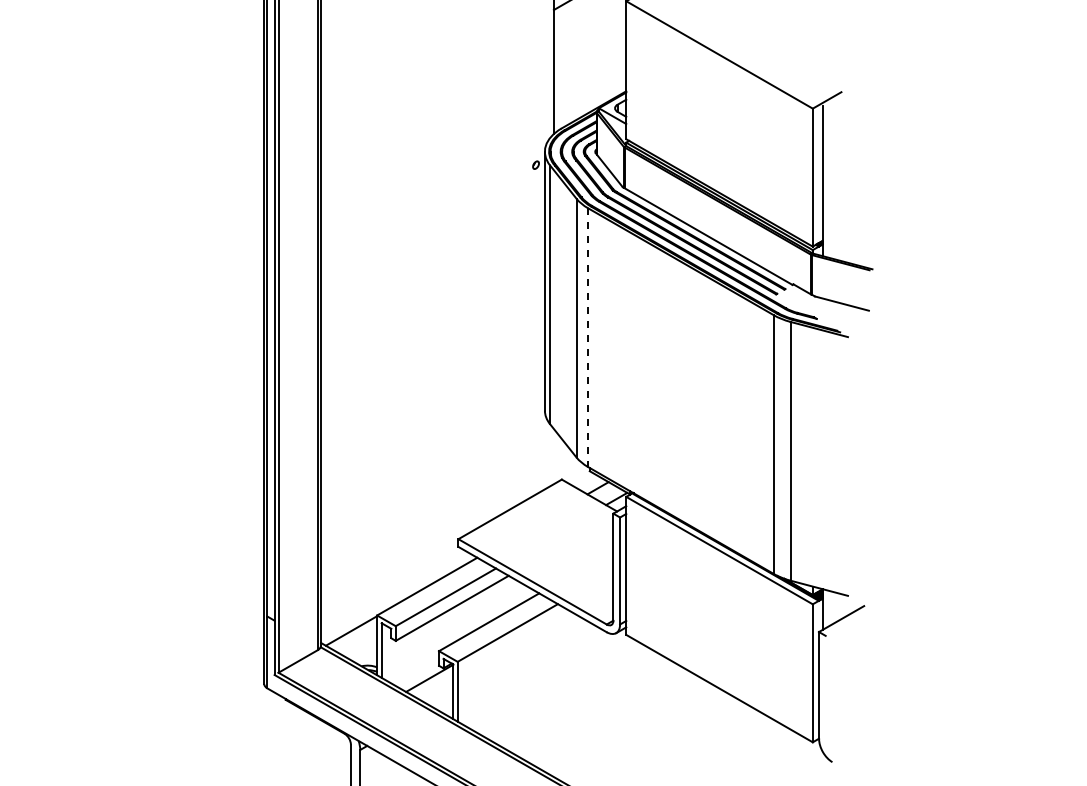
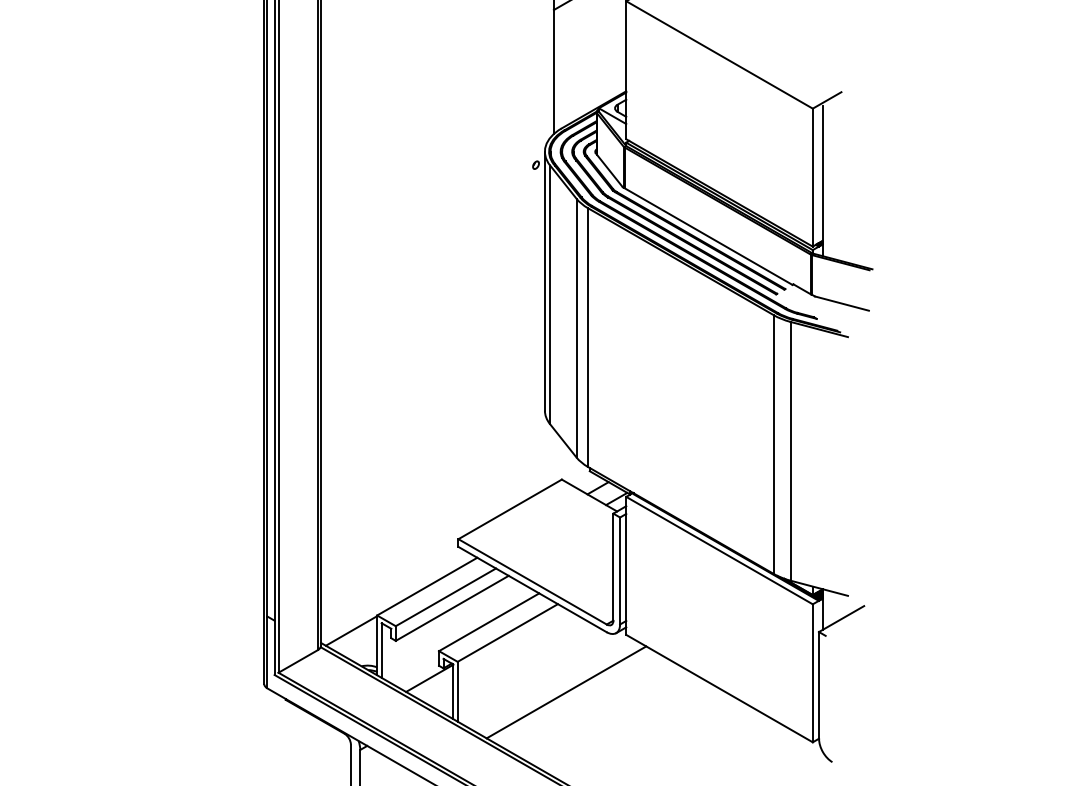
line at (588, 338): dashed -> solid
line at (566, 692): none -> present
